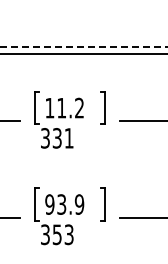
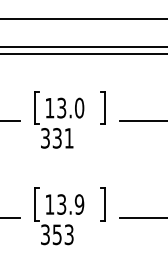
line at (83, 18): none -> present
line at (84, 47): dashed -> solid
text at (70, 107): 11.2 -> 13.0
text at (49, 204): 93.9 -> 13.9
